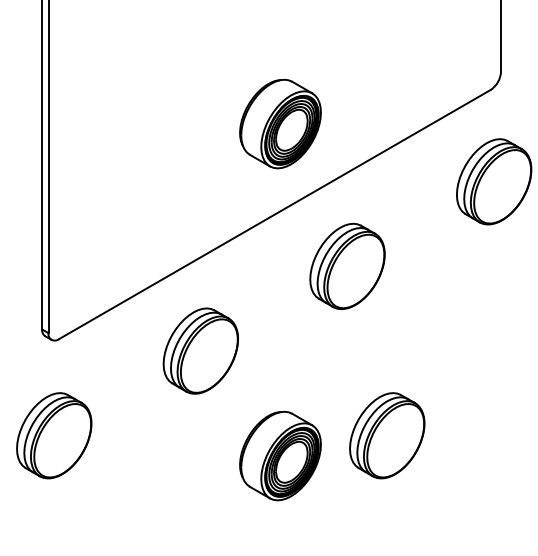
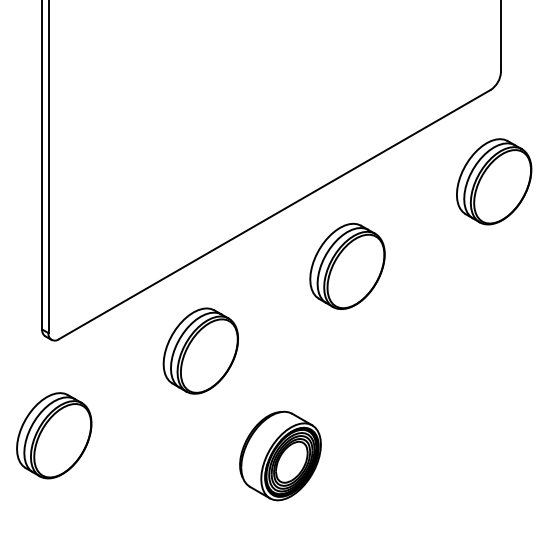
part at (280, 123): present -> none
part at (387, 435): present -> none
